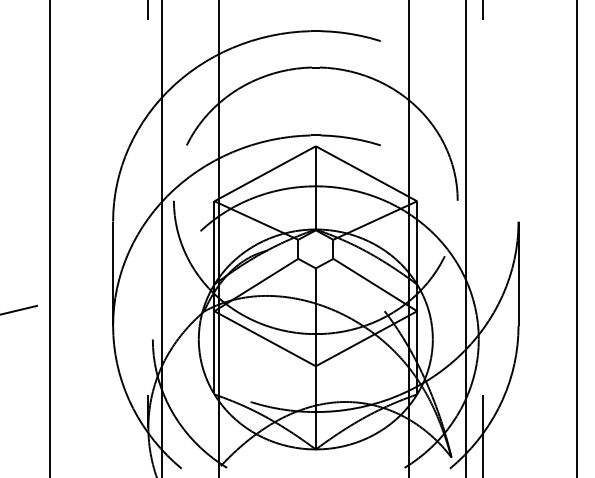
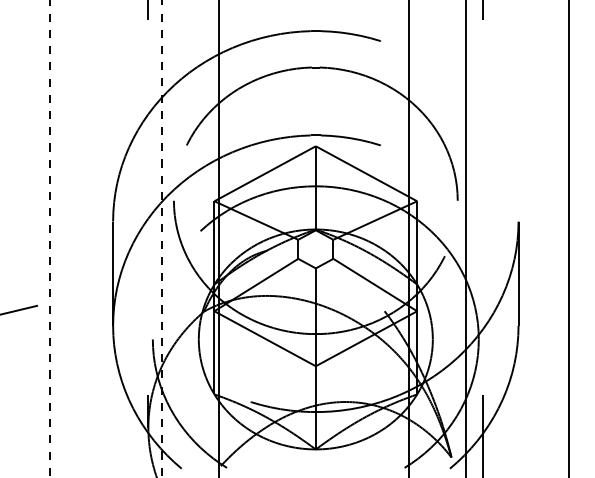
line at (50, 238): solid -> dashed
line at (577, 238) position: (577, 238) -> (569, 238)
line at (161, 239): solid -> dashed
